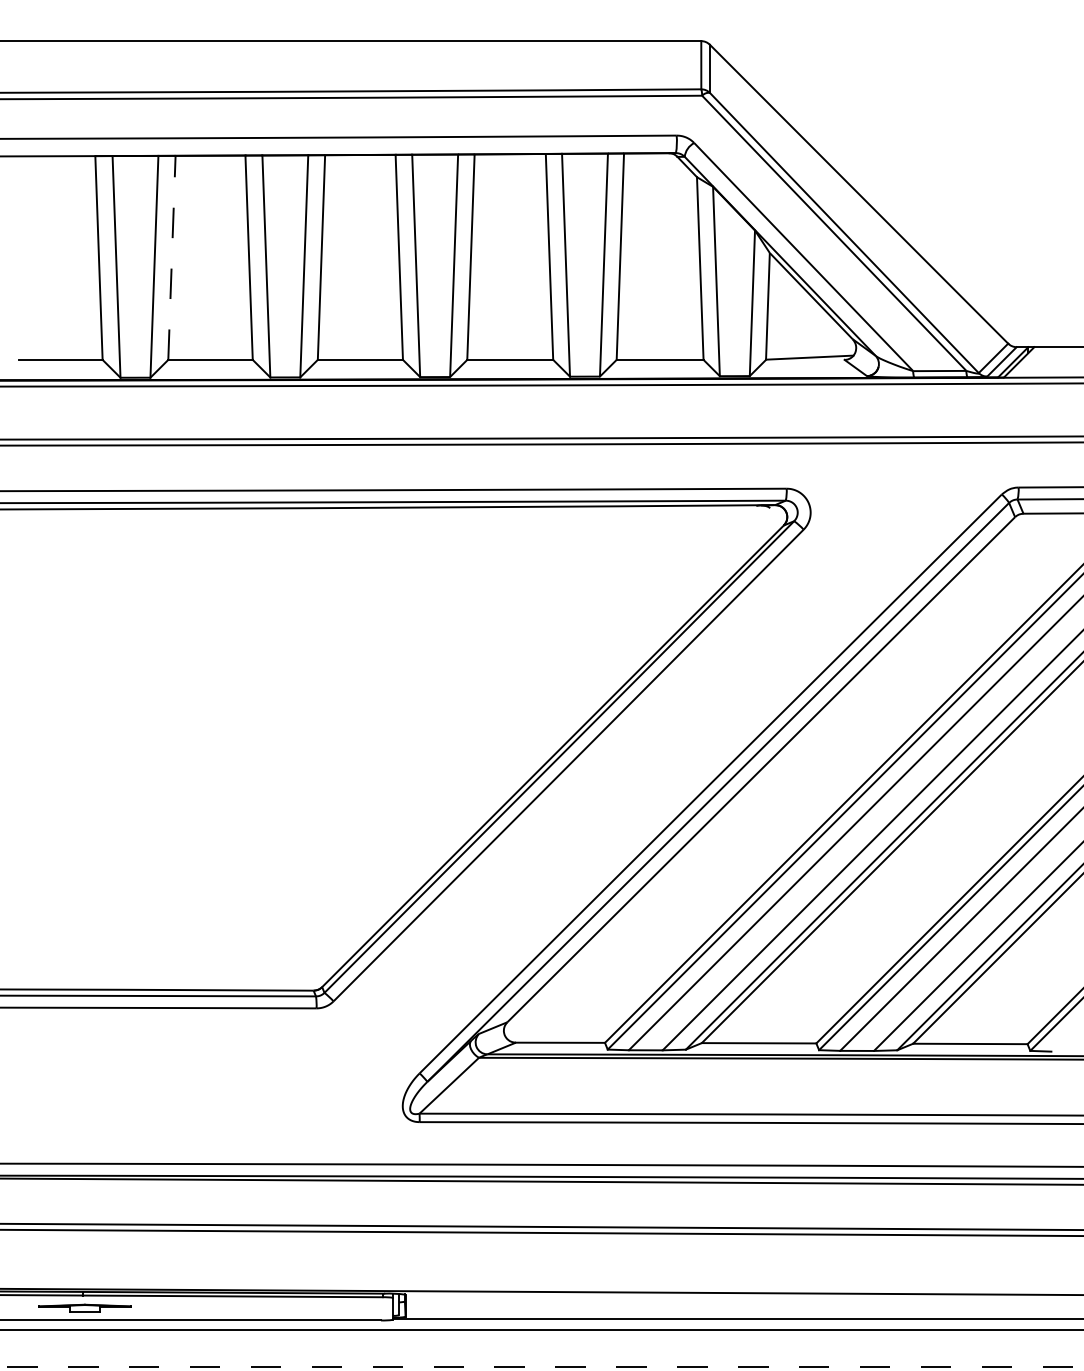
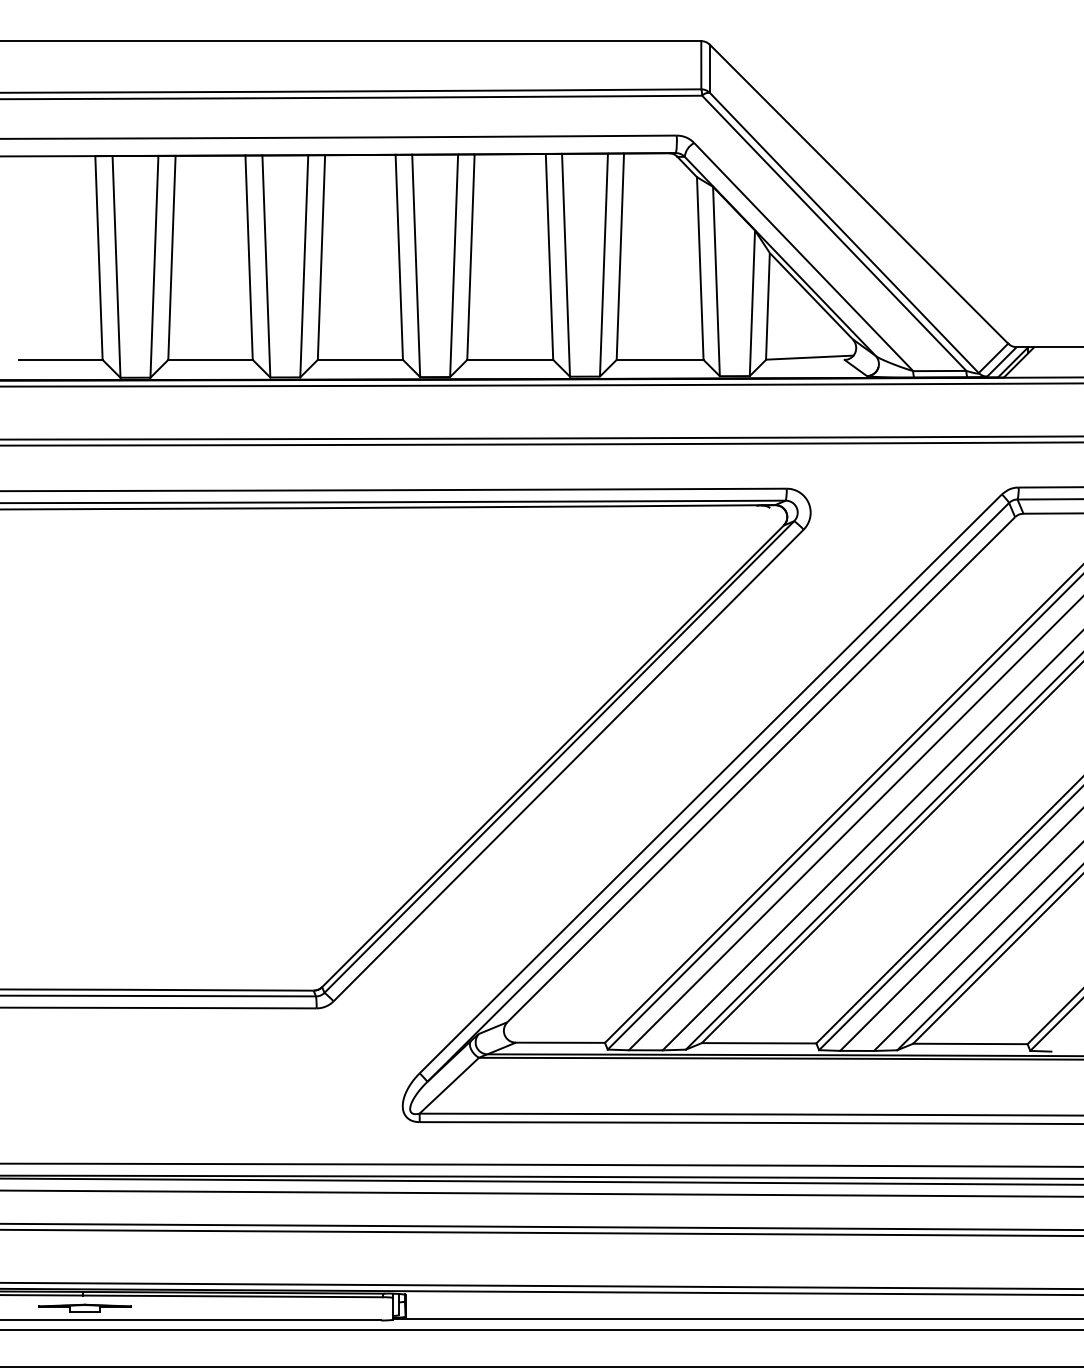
line at (171, 258): dashed -> solid
line at (541, 1193): none -> present
line at (541, 1285): none -> present
line at (541, 1366): dashed -> solid
